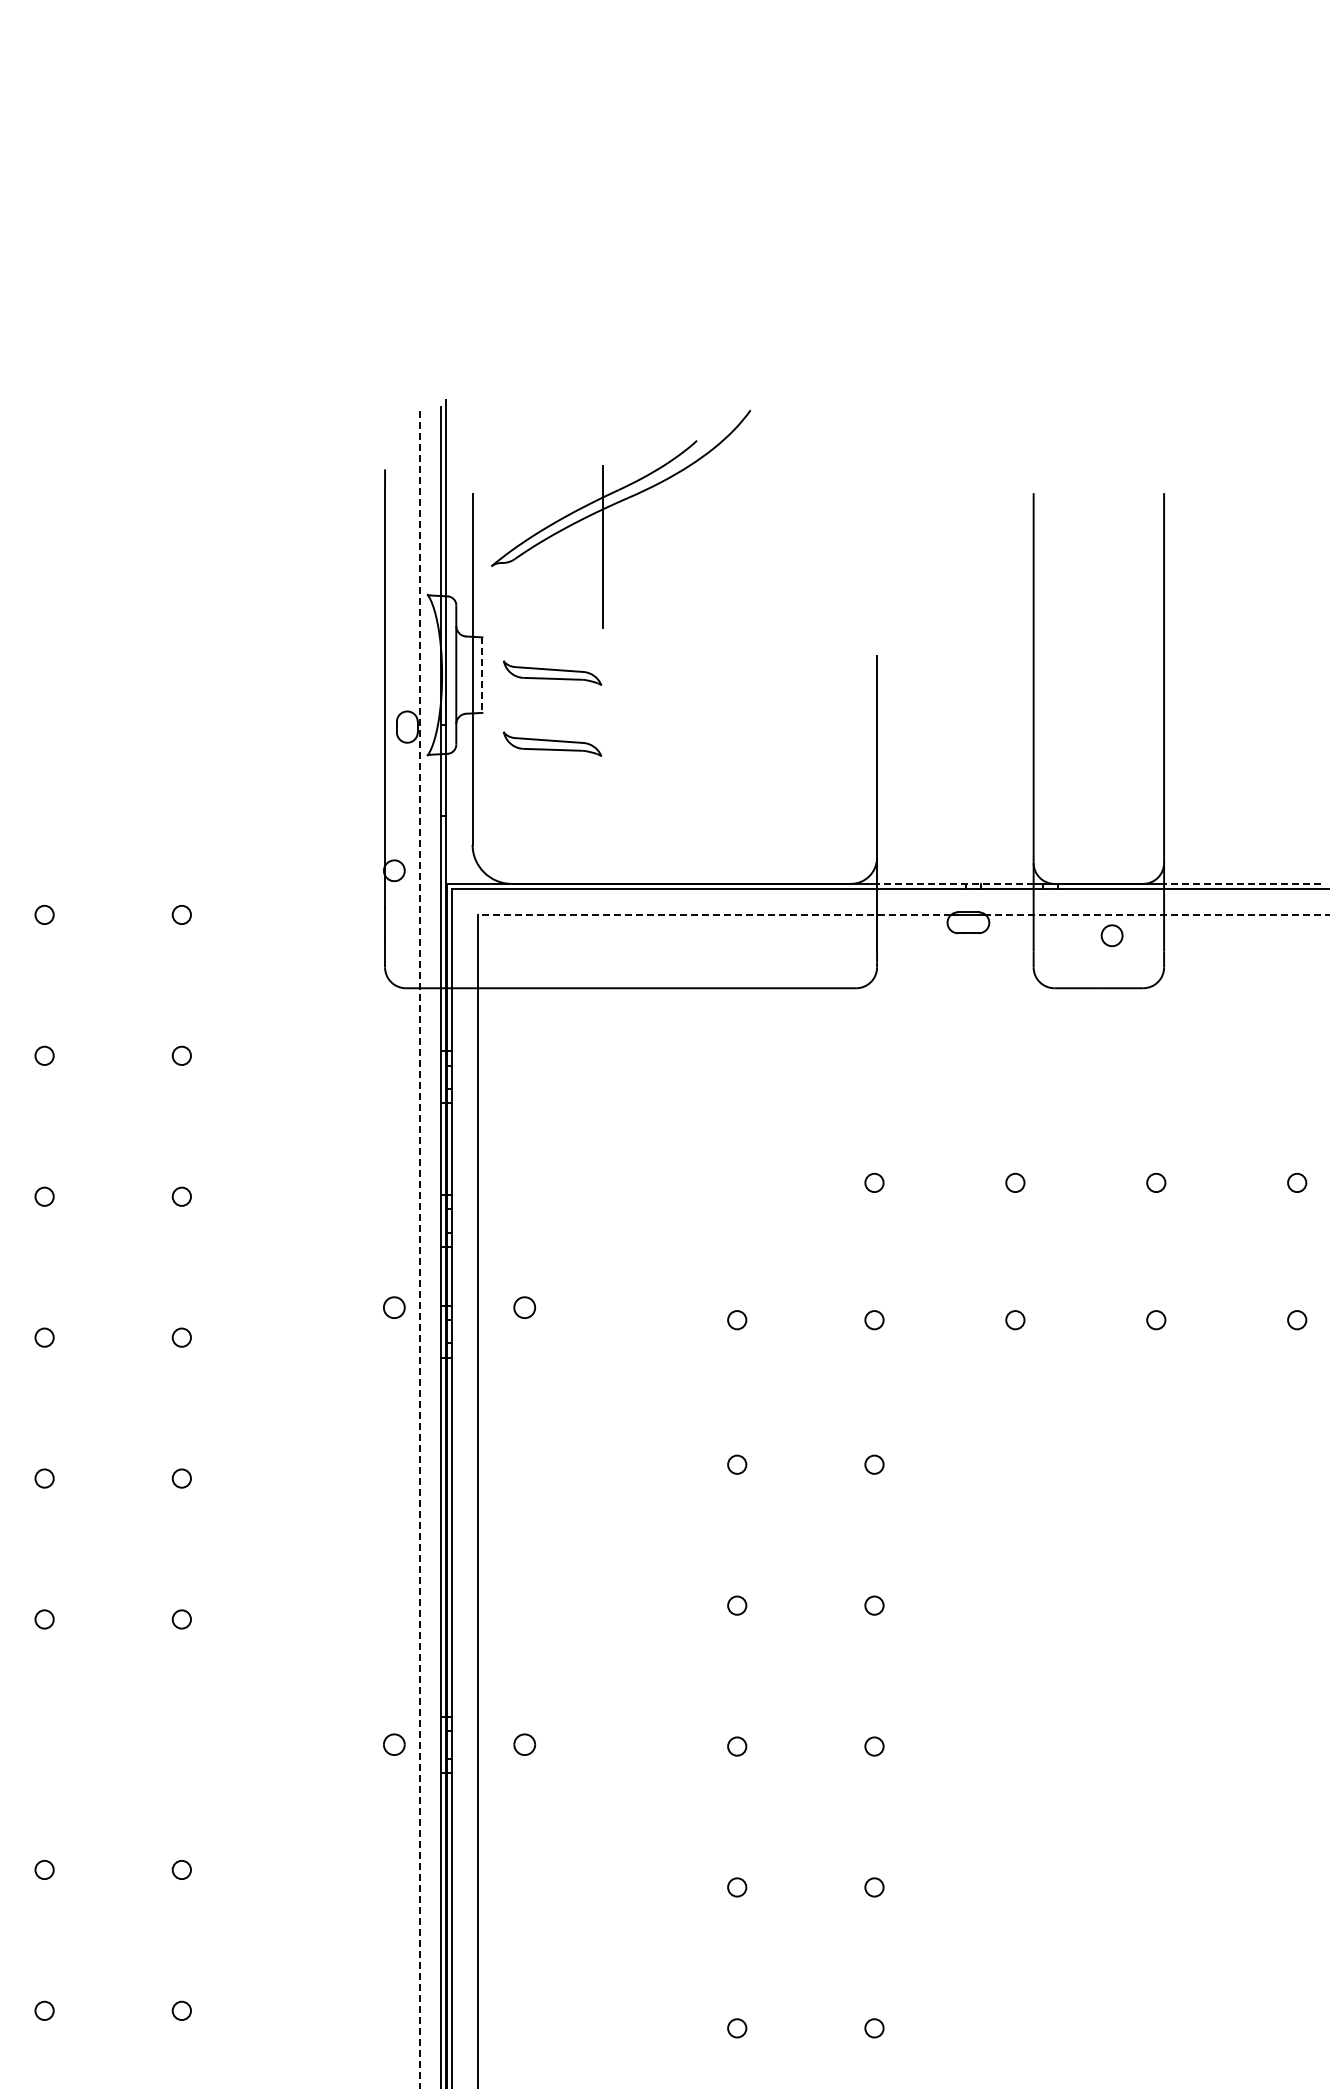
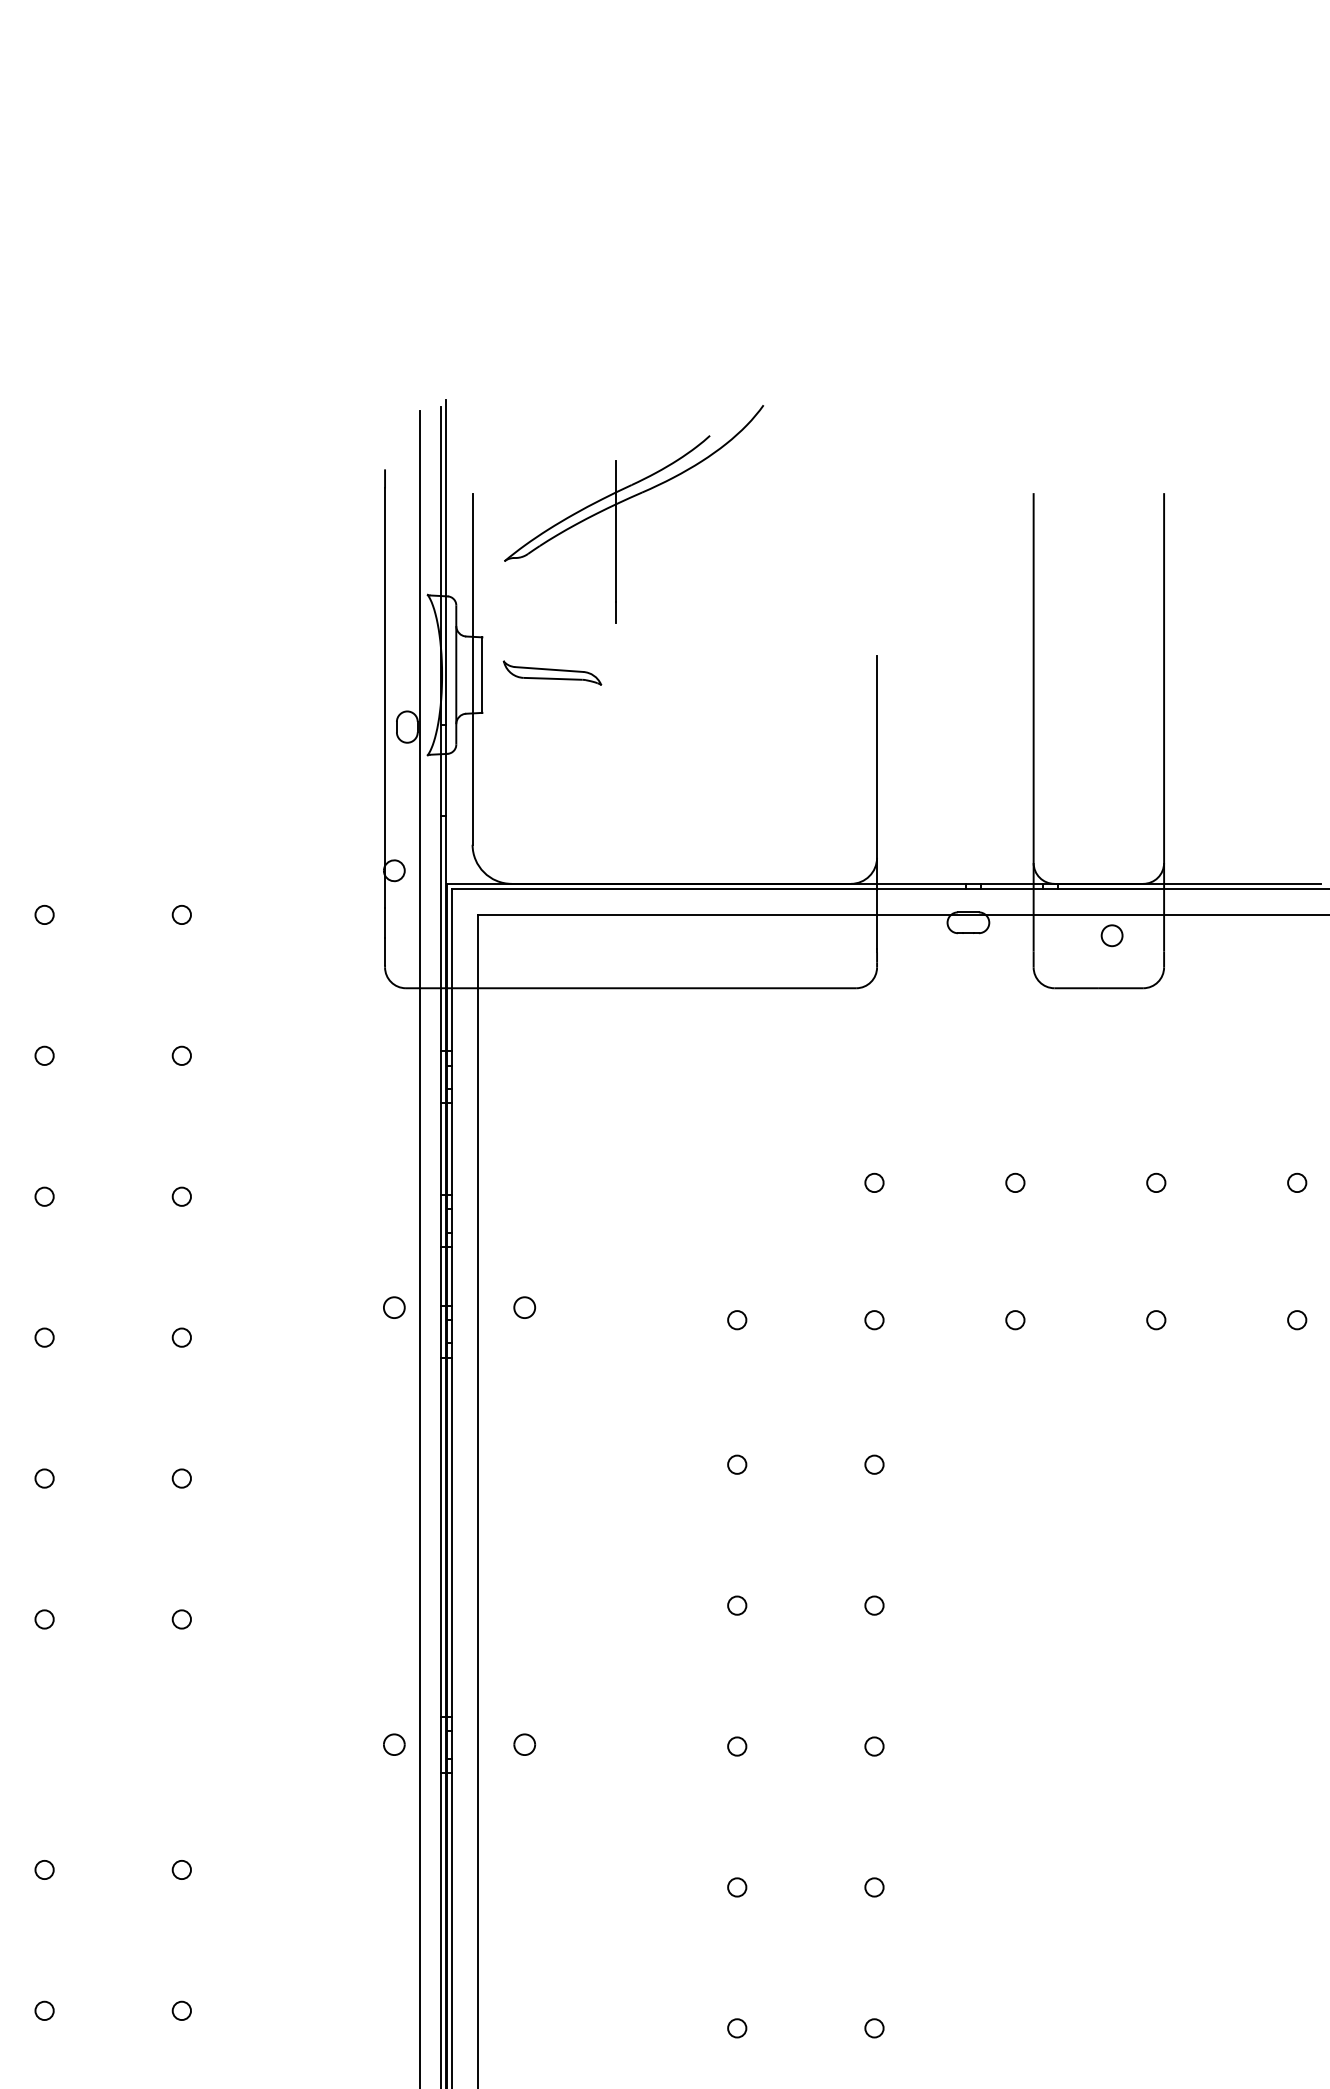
part at (614, 505) position: (614, 505) -> (627, 500)
line at (482, 675): dashed -> solid
part at (552, 743): present -> none
line at (954, 883): dashed -> solid
line at (1241, 883): dashed -> solid
line at (714, 914): dashed -> solid
line at (1157, 914): dashed -> solid
line at (420, 1250): dashed -> solid
